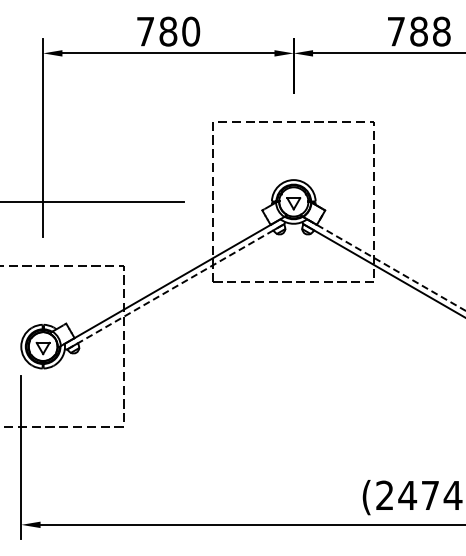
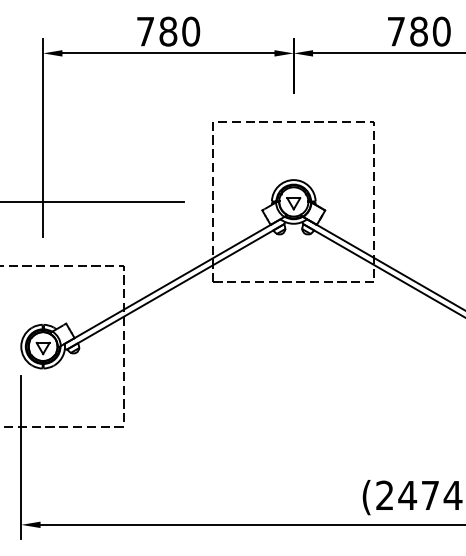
text at (441, 31): 788 -> 780
line at (386, 264): dashed -> solid
line at (176, 286): dashed -> solid
